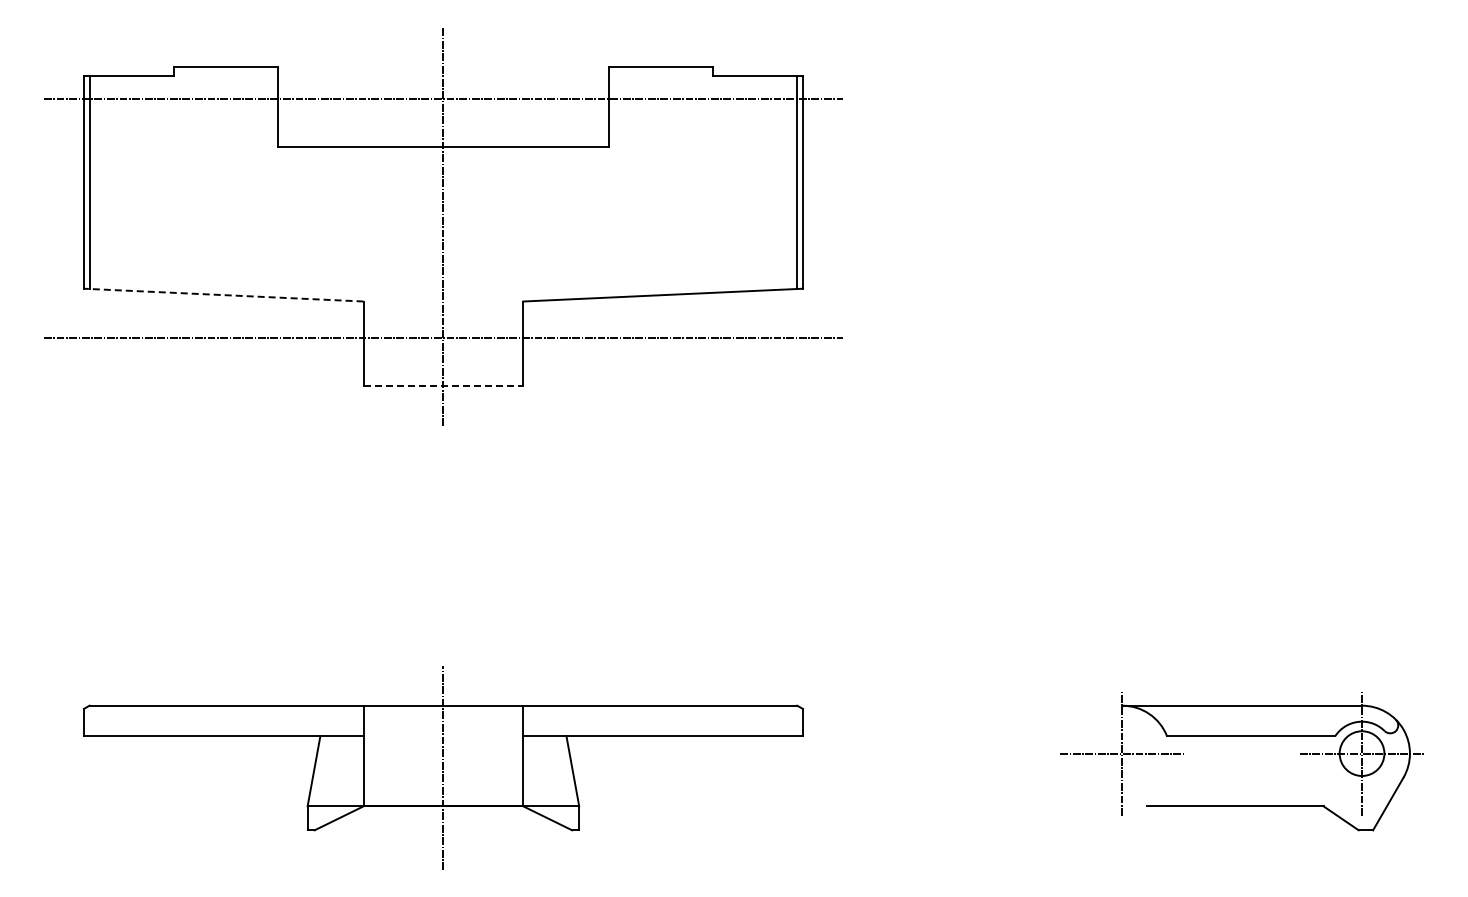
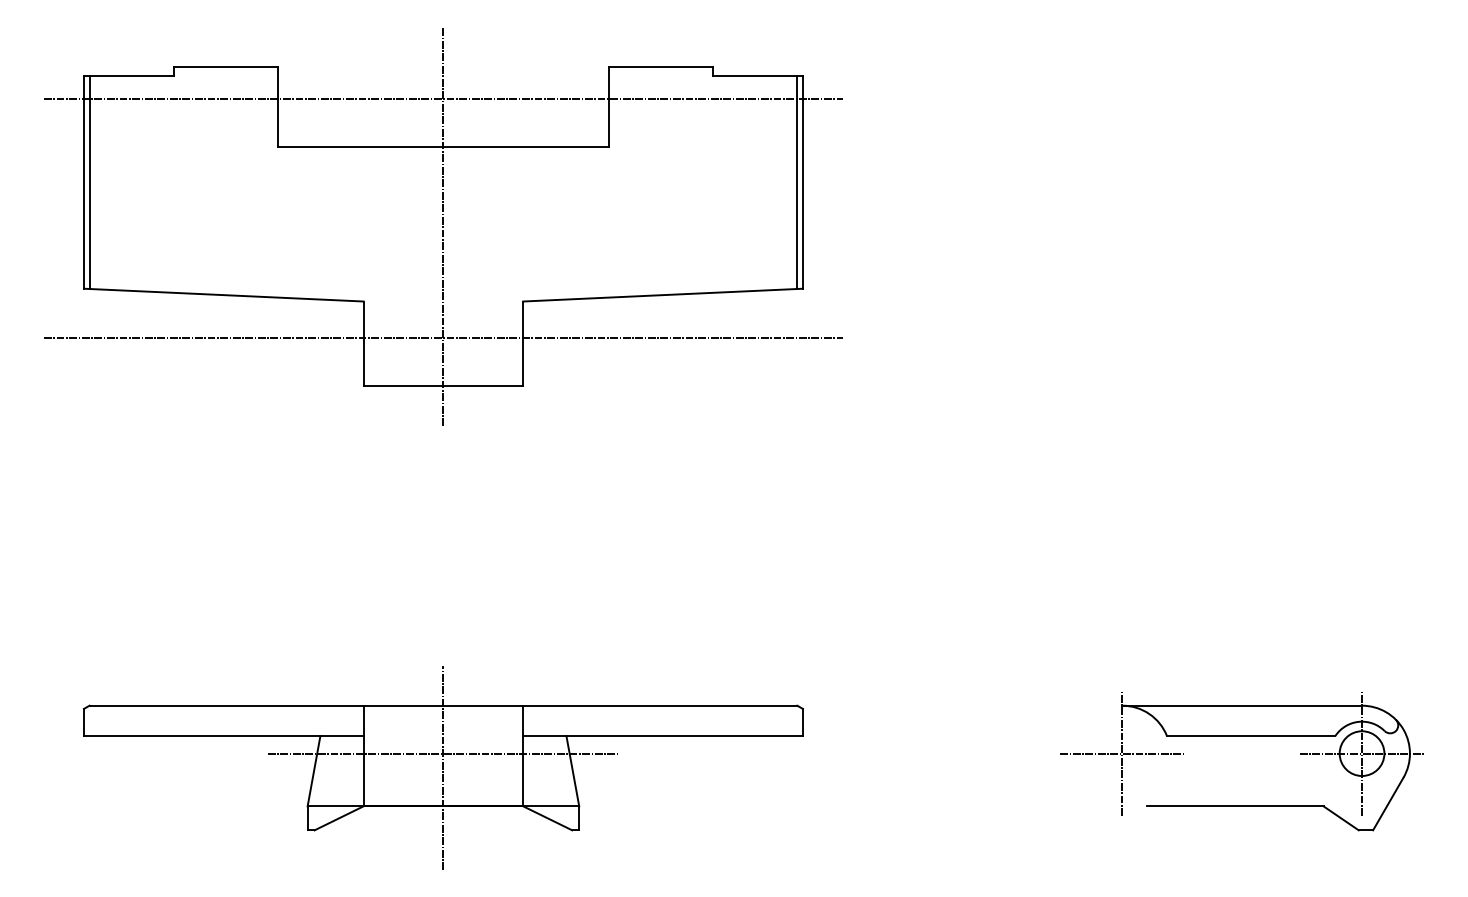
line at (223, 295): dashed -> solid
line at (443, 386): dashed -> solid
line at (443, 753): none -> present
